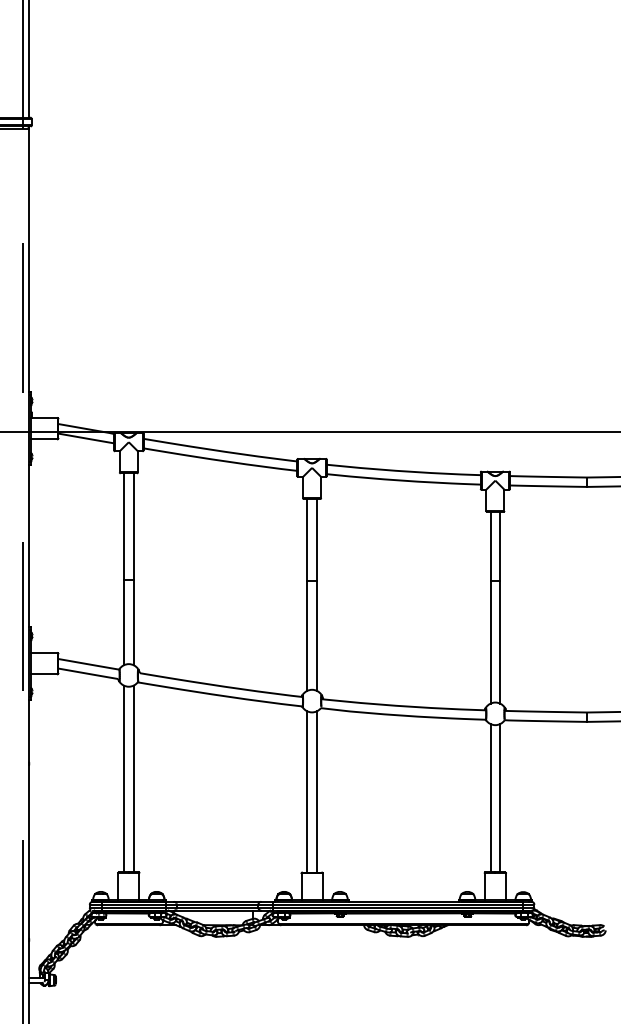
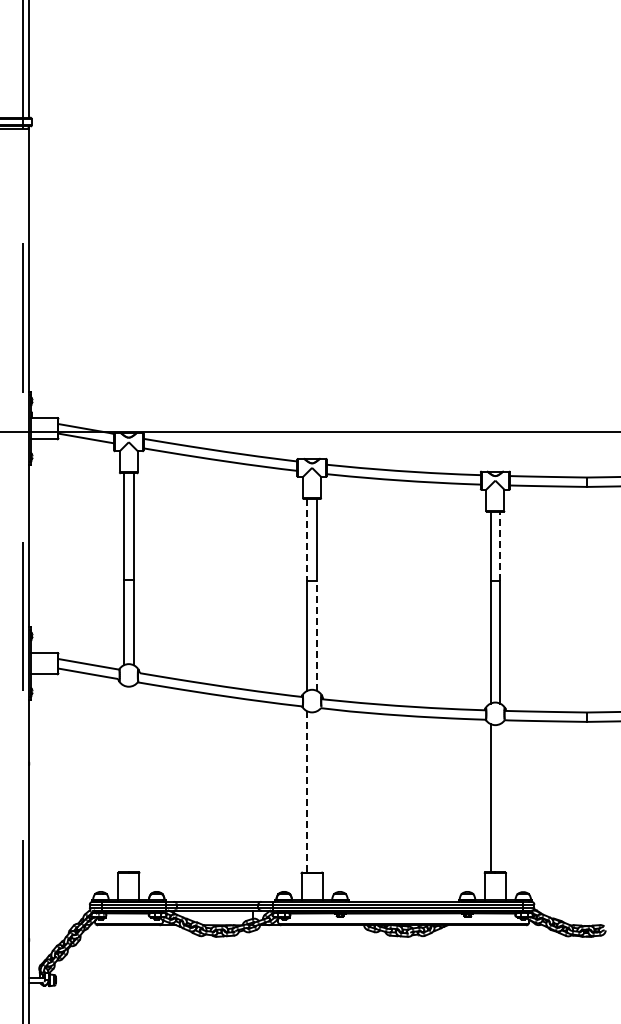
line at (307, 539): solid -> dashed
line at (500, 545): solid -> dashed
line at (316, 635): solid -> dashed
line at (124, 778): present -> none
line at (133, 778): present -> none
line at (316, 791): present -> none
line at (307, 792): solid -> dashed
line at (500, 798): present -> none
